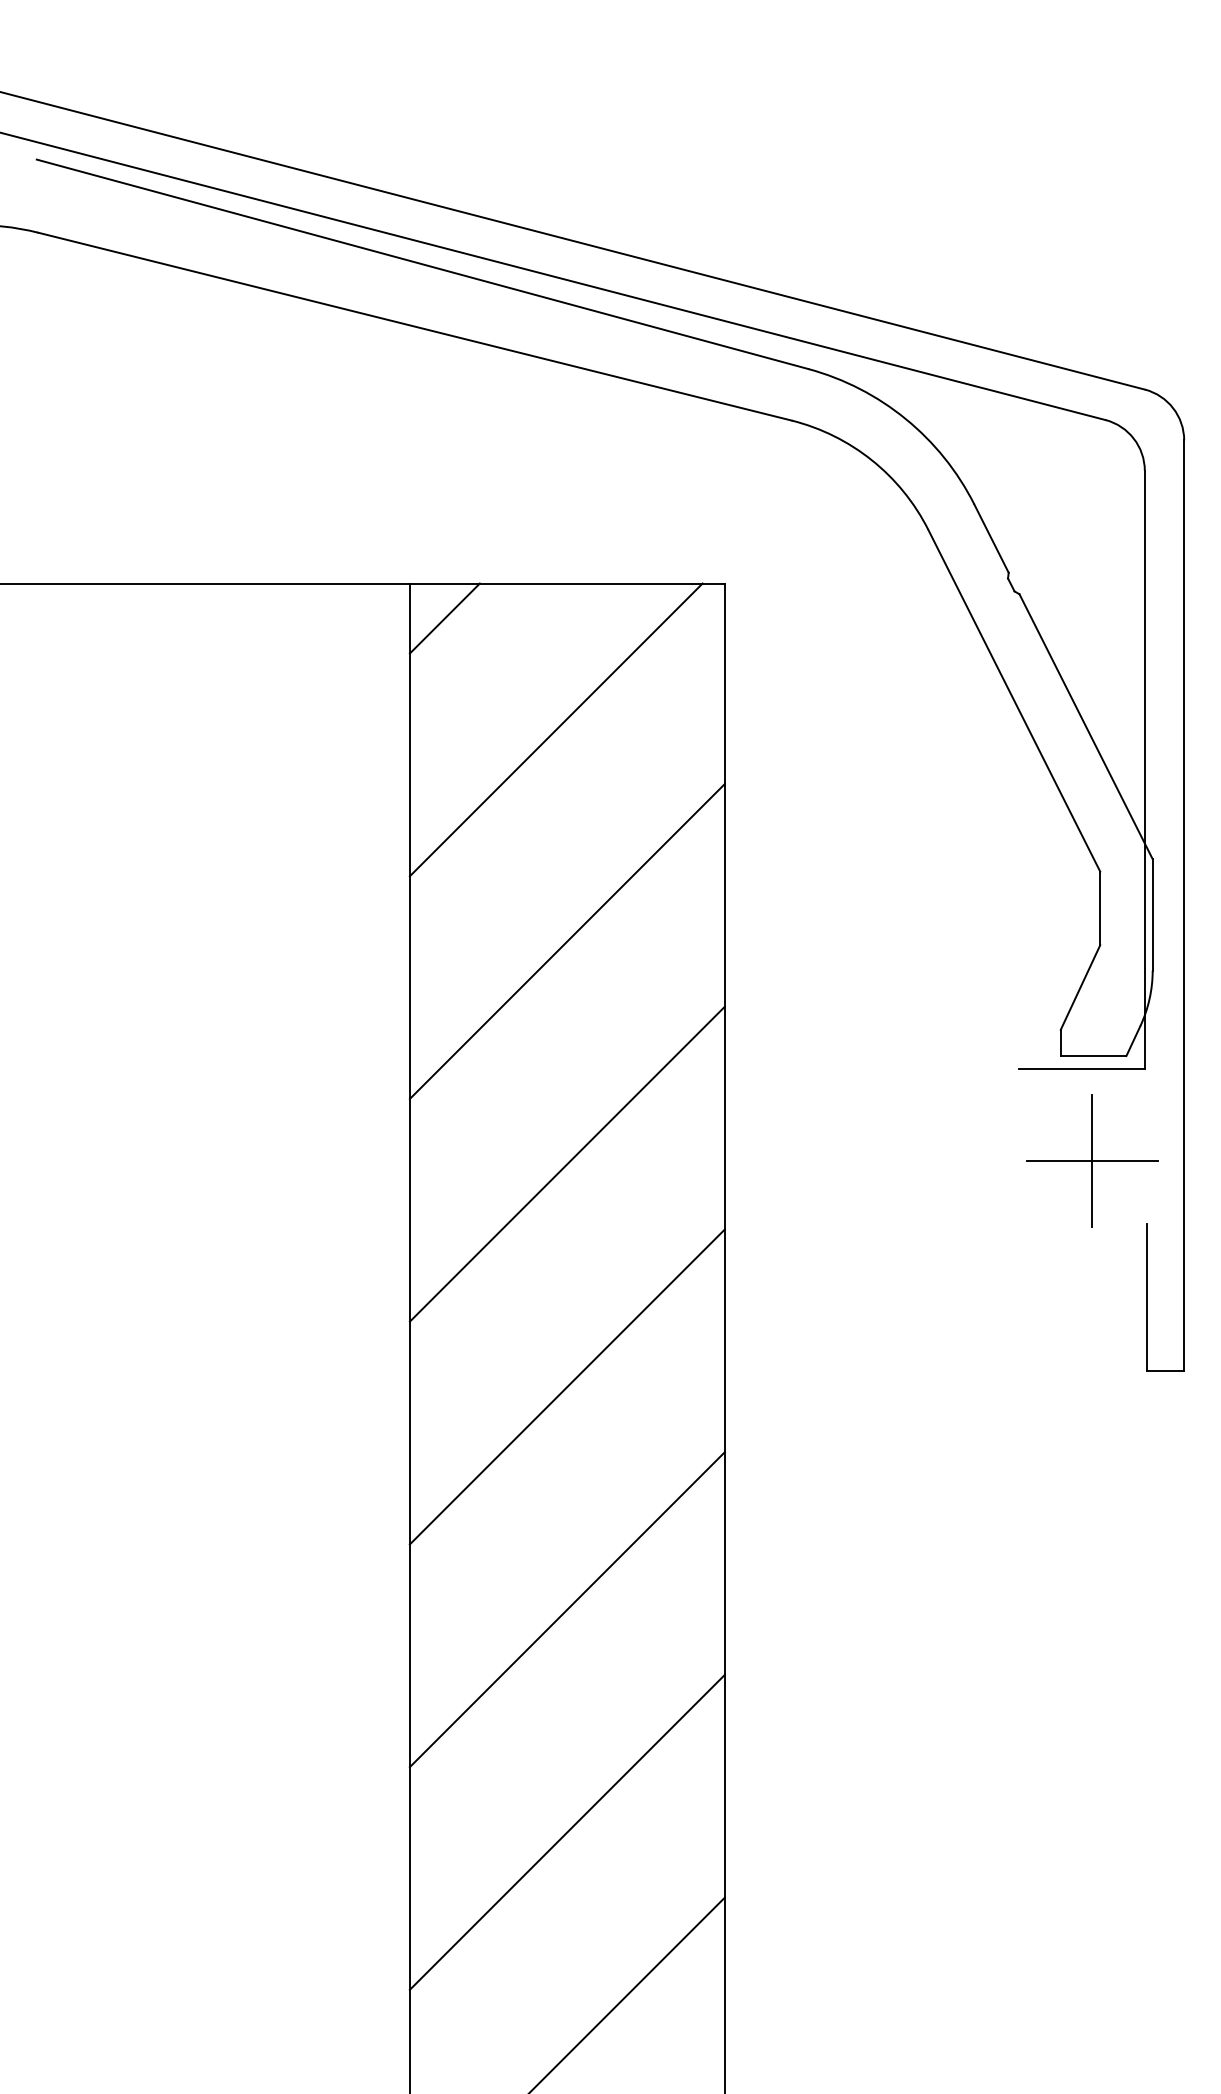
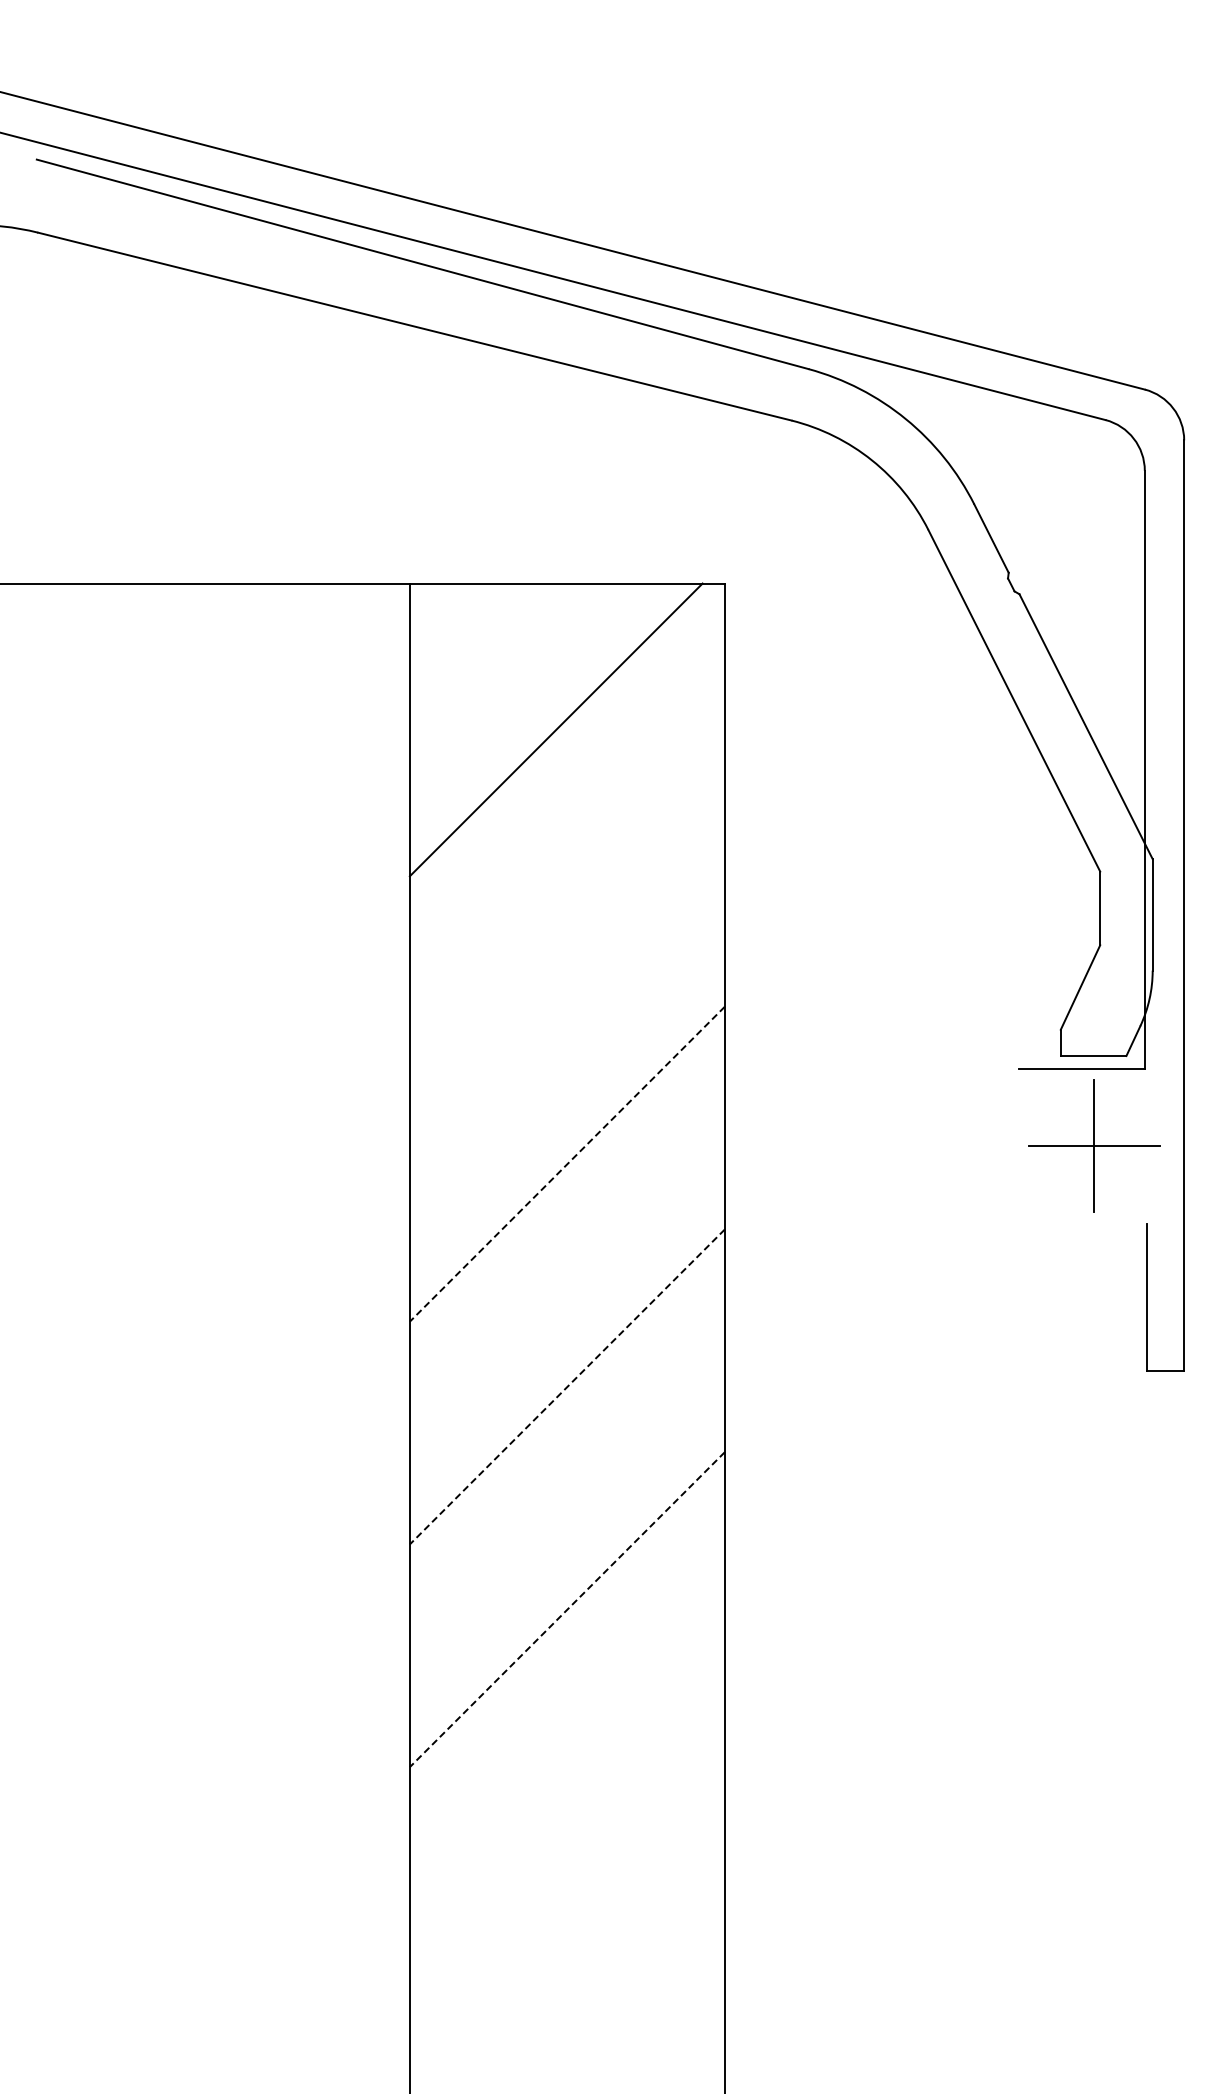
line at (444, 618): present -> none
line at (566, 941): present -> none
part at (1092, 1160) position: (1092, 1160) -> (1094, 1145)
line at (567, 1164): solid -> dashed
line at (567, 1386): solid -> dashed
line at (567, 1609): solid -> dashed
line at (566, 1831): present -> none
line at (627, 1993): present -> none
